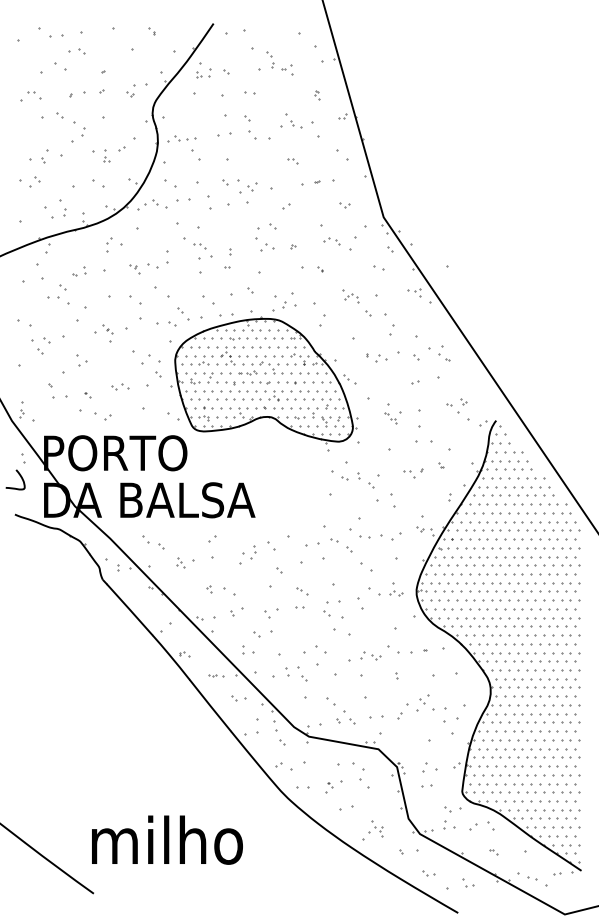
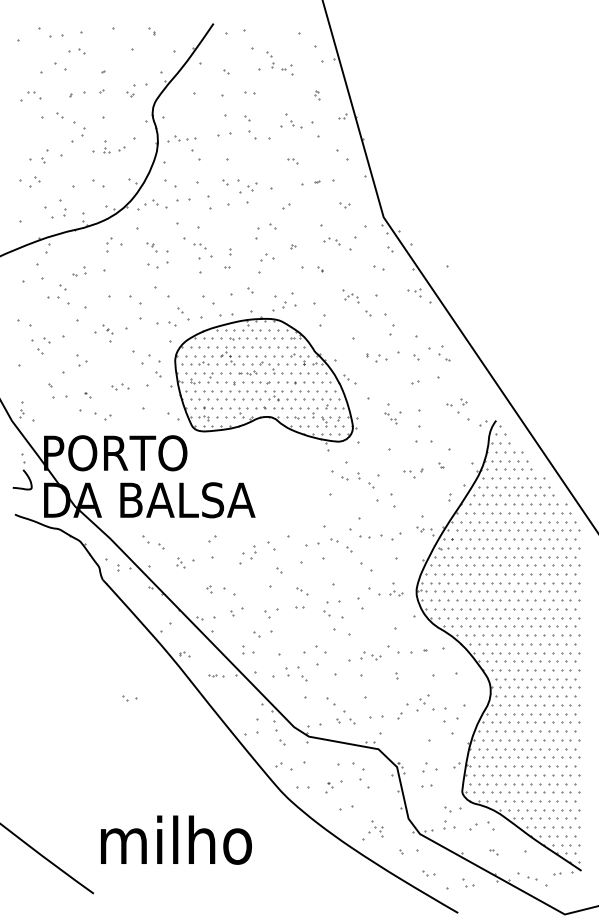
part at (203, 73): present -> none
part at (106, 155) position: (106, 155) -> (106, 146)
part at (267, 247) position: (267, 247) -> (267, 257)
part at (134, 269) position: (134, 269) -> (151, 247)
curve at (20, 477) position: (20, 477) -> (27, 477)
part at (238, 698) position: (238, 698) -> (129, 698)
text at (167, 839) position: (167, 839) -> (176, 839)
